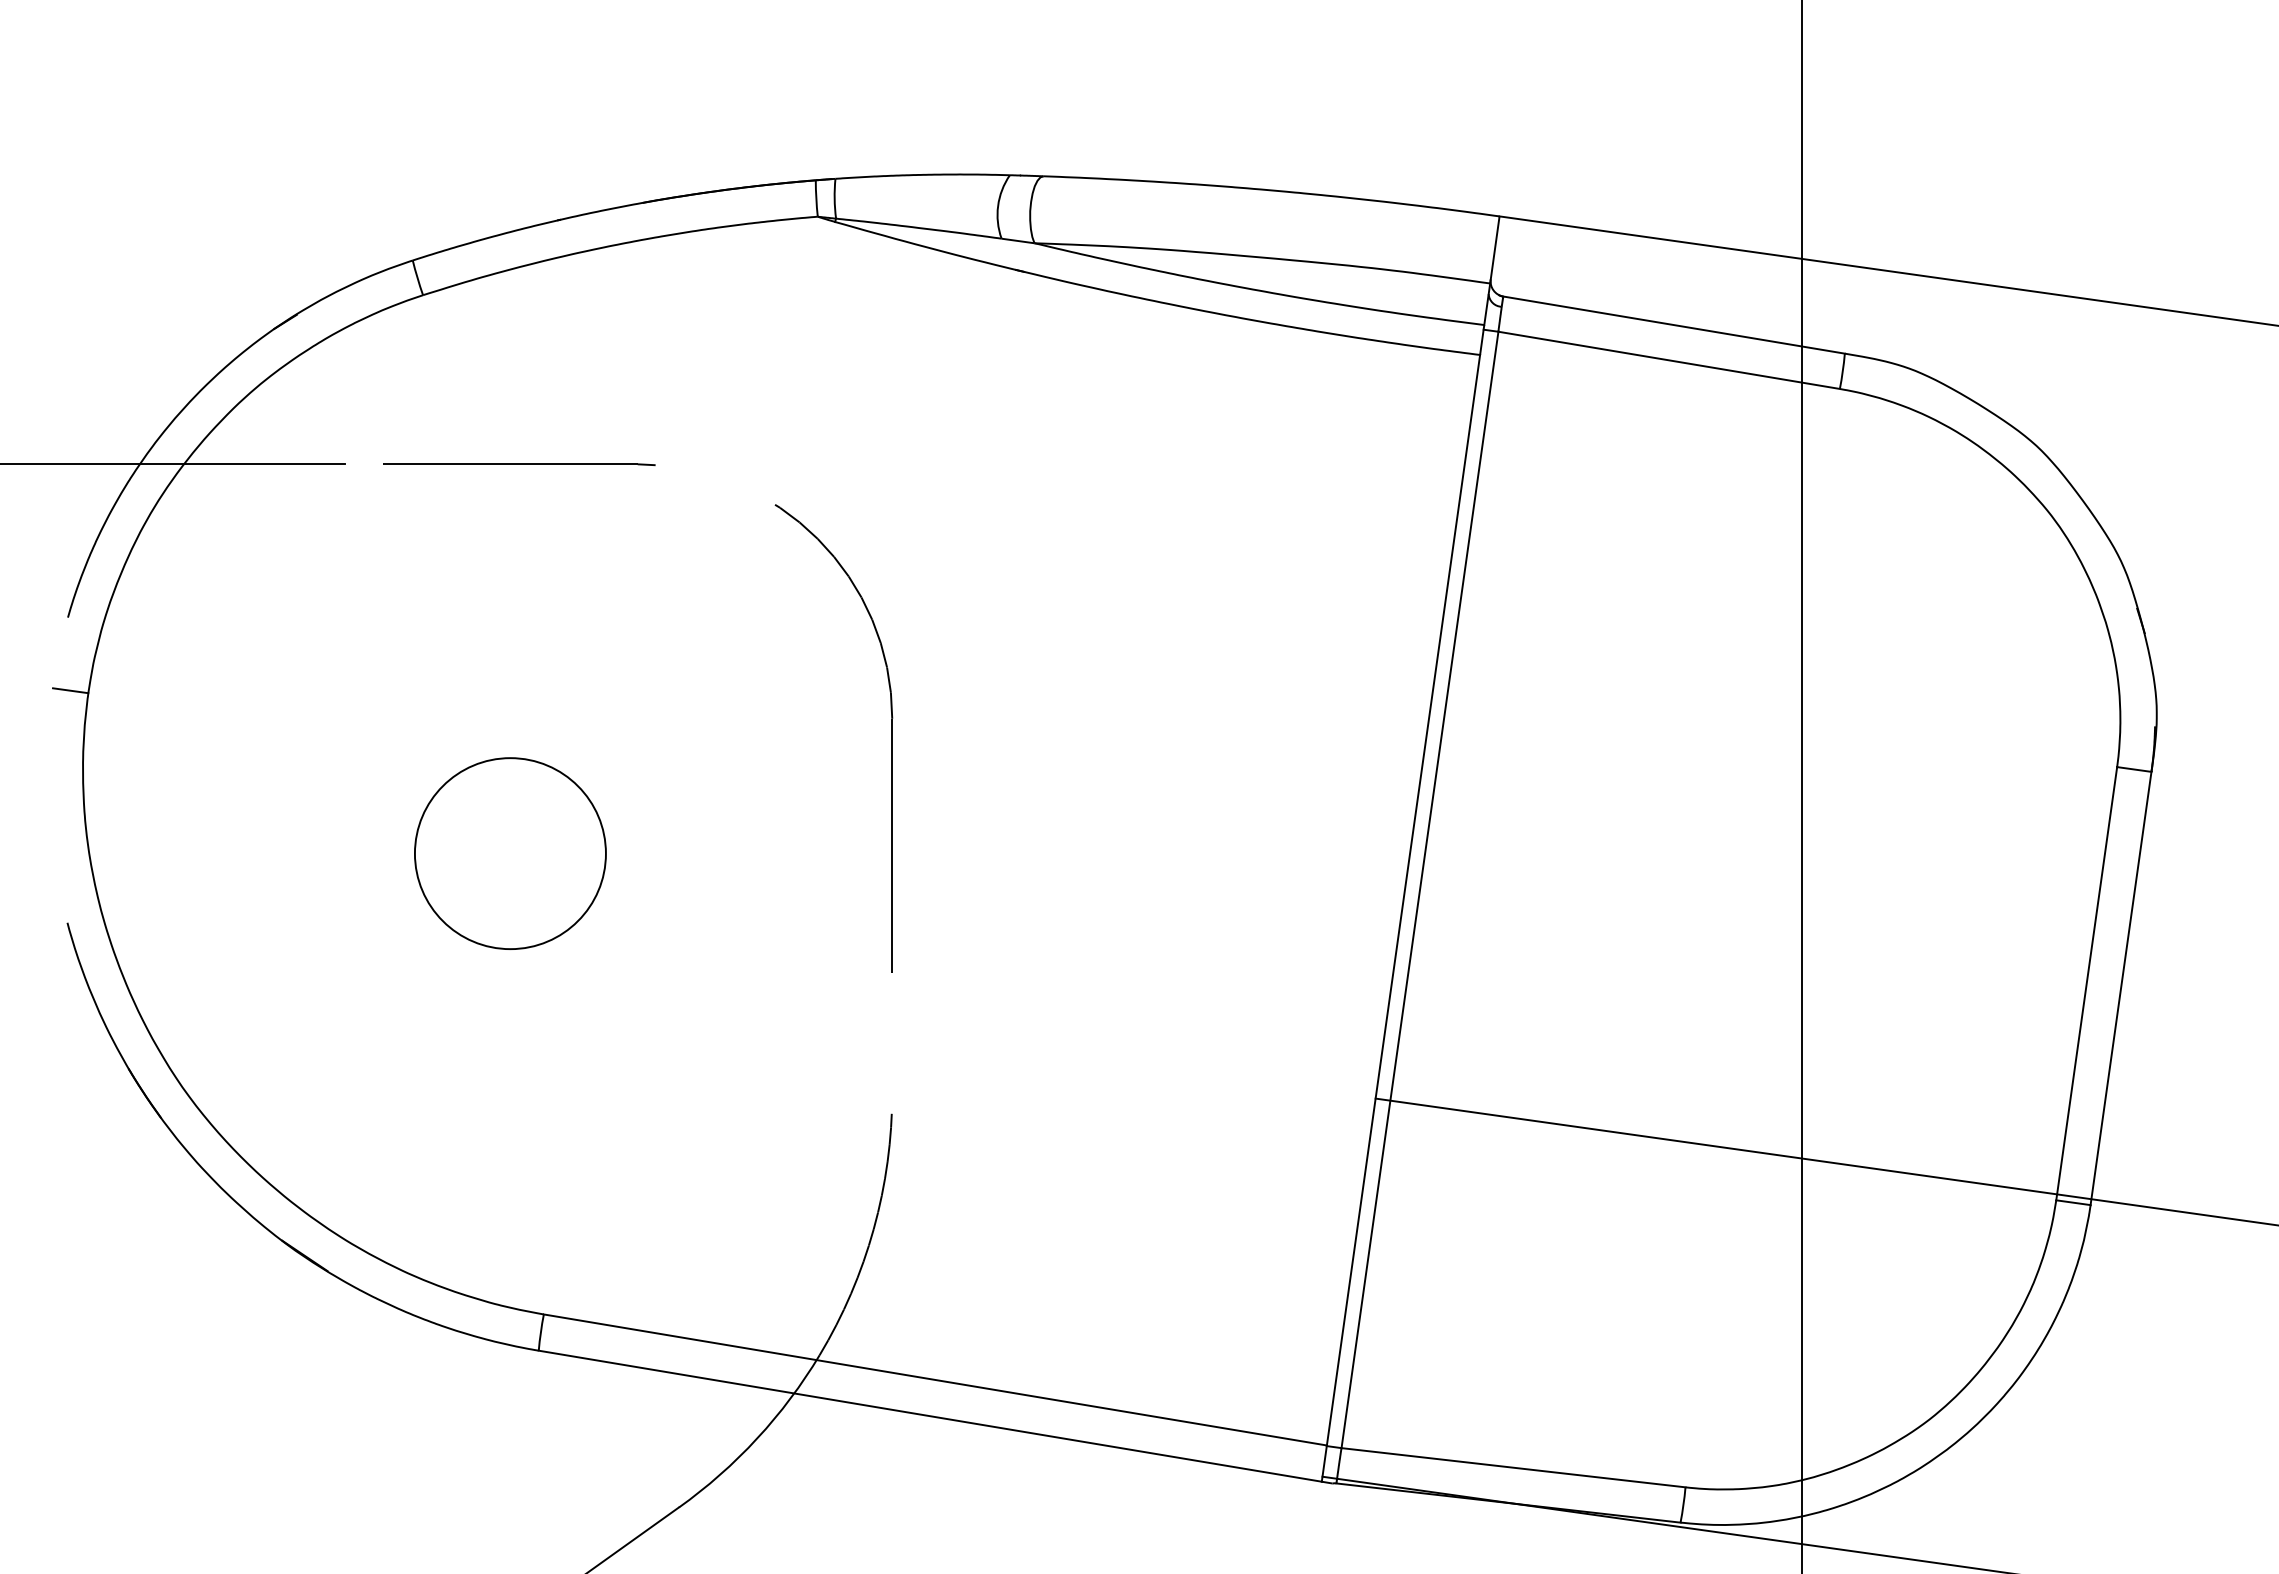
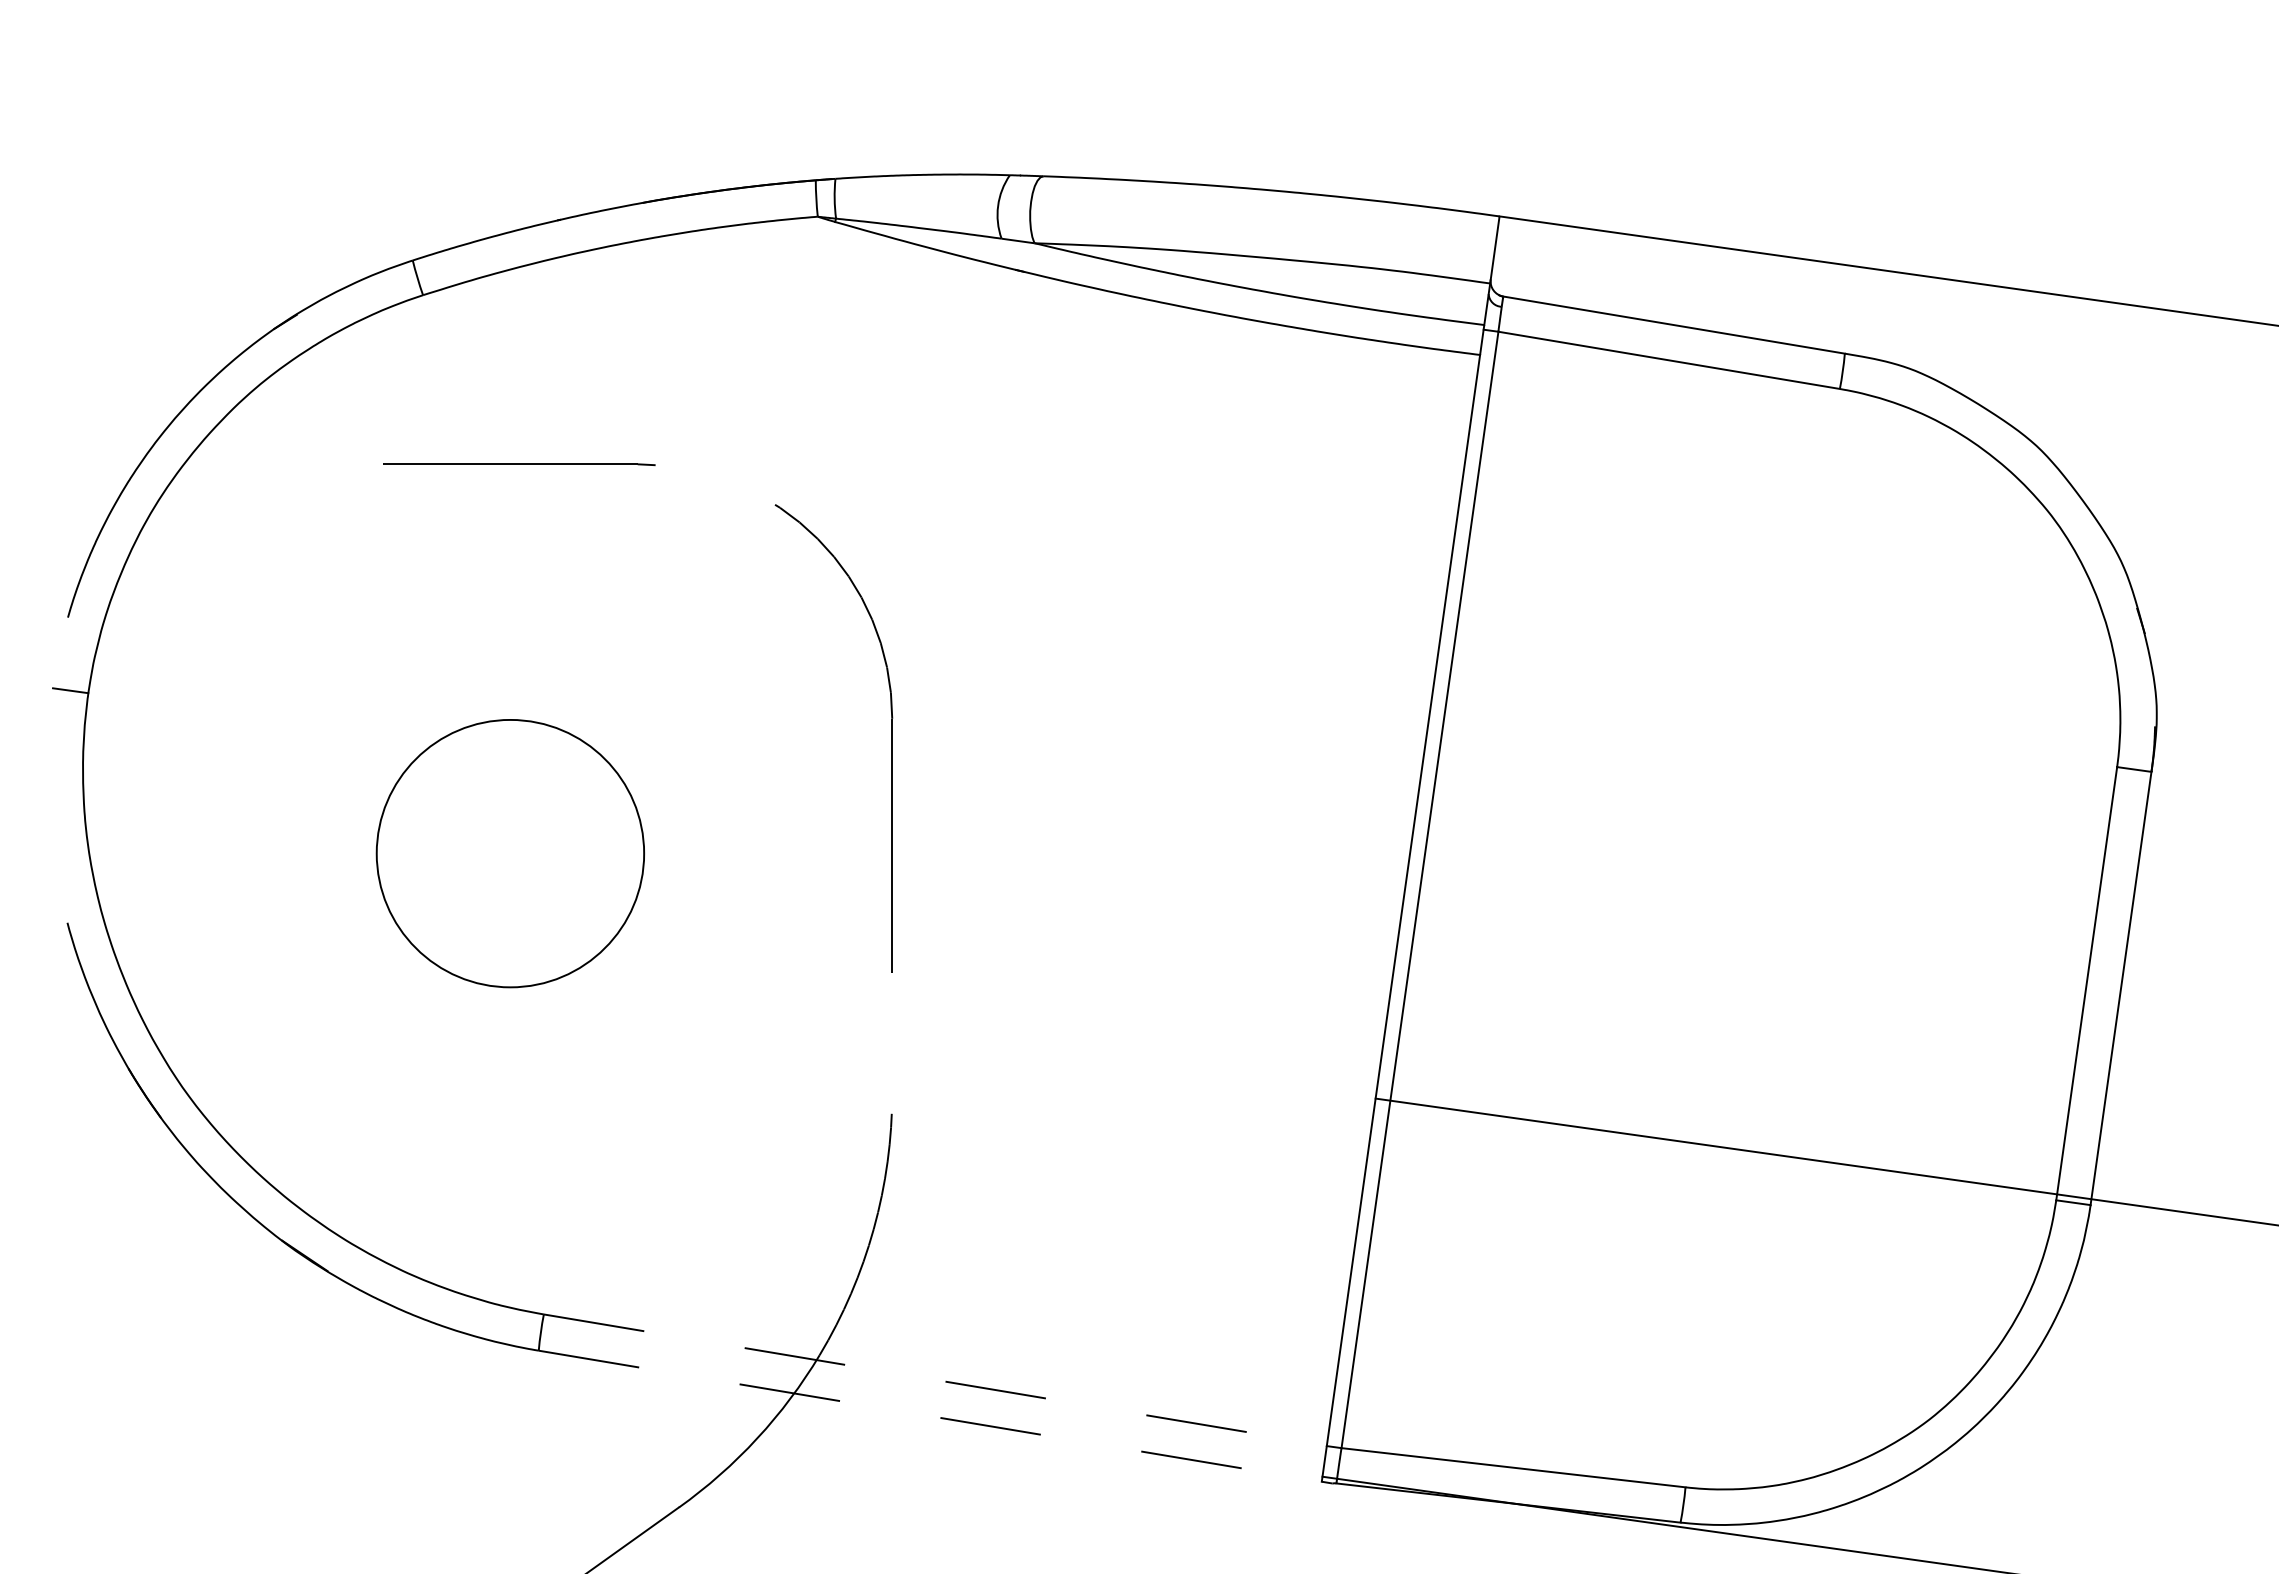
line at (173, 464): present -> none
line at (1802, 786): present -> none
circle at (509, 853) diameter: 191 px -> 267 px
line at (935, 1379): solid -> dashed
line at (930, 1416): solid -> dashed
